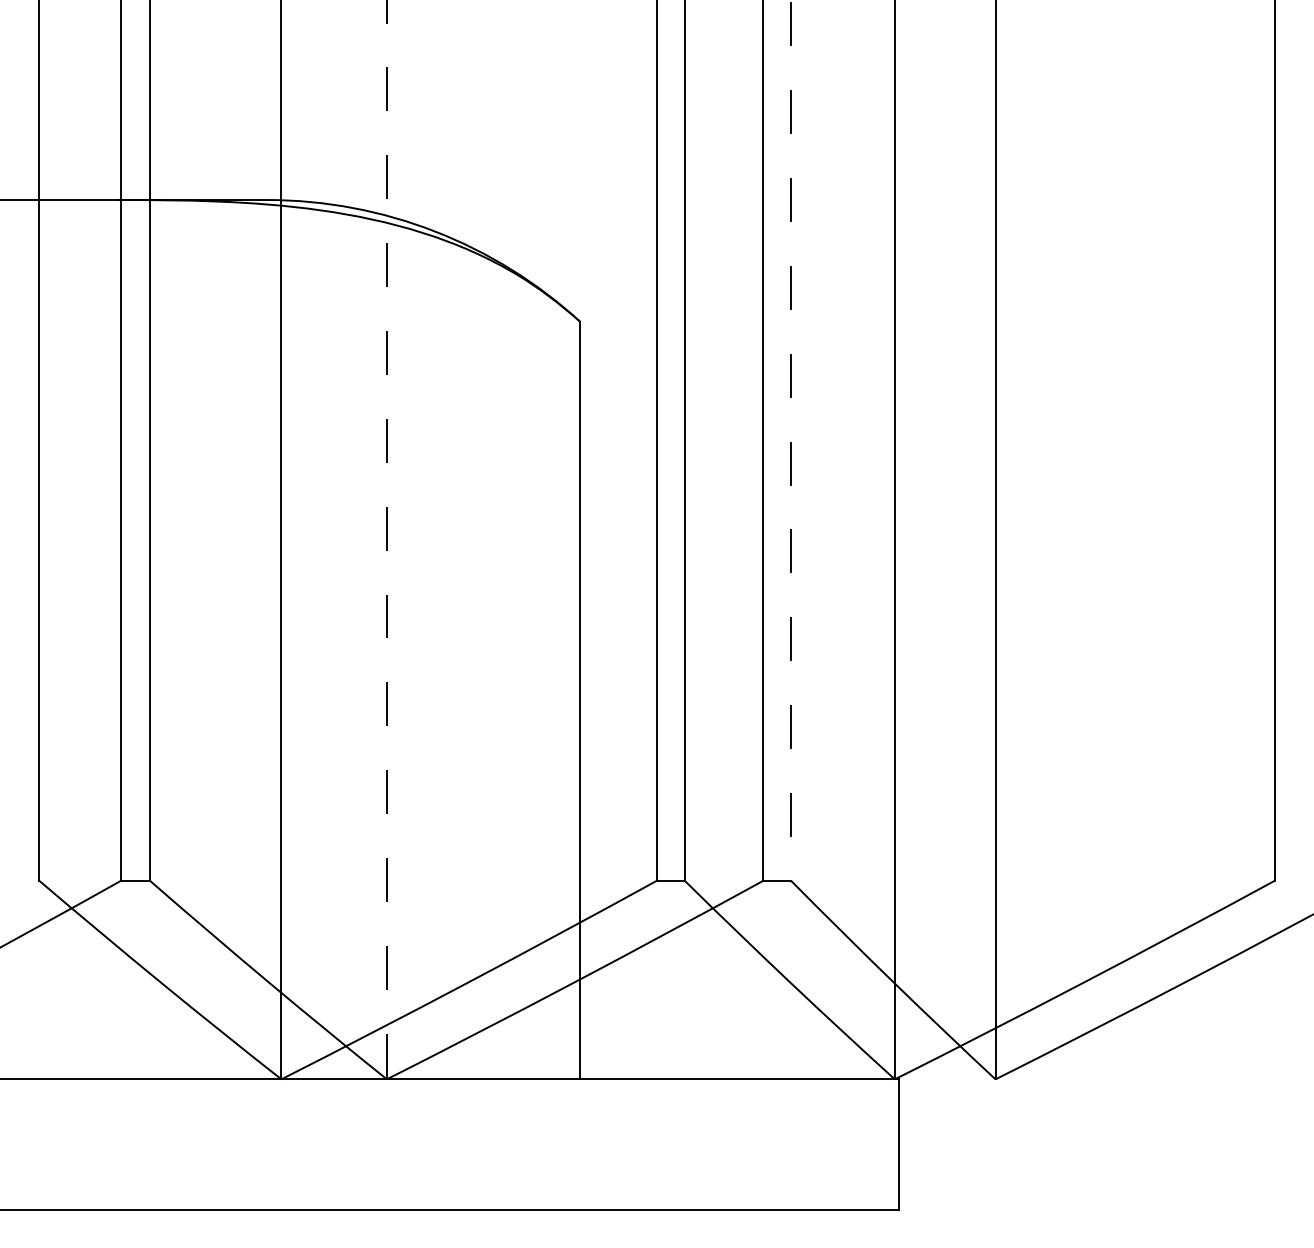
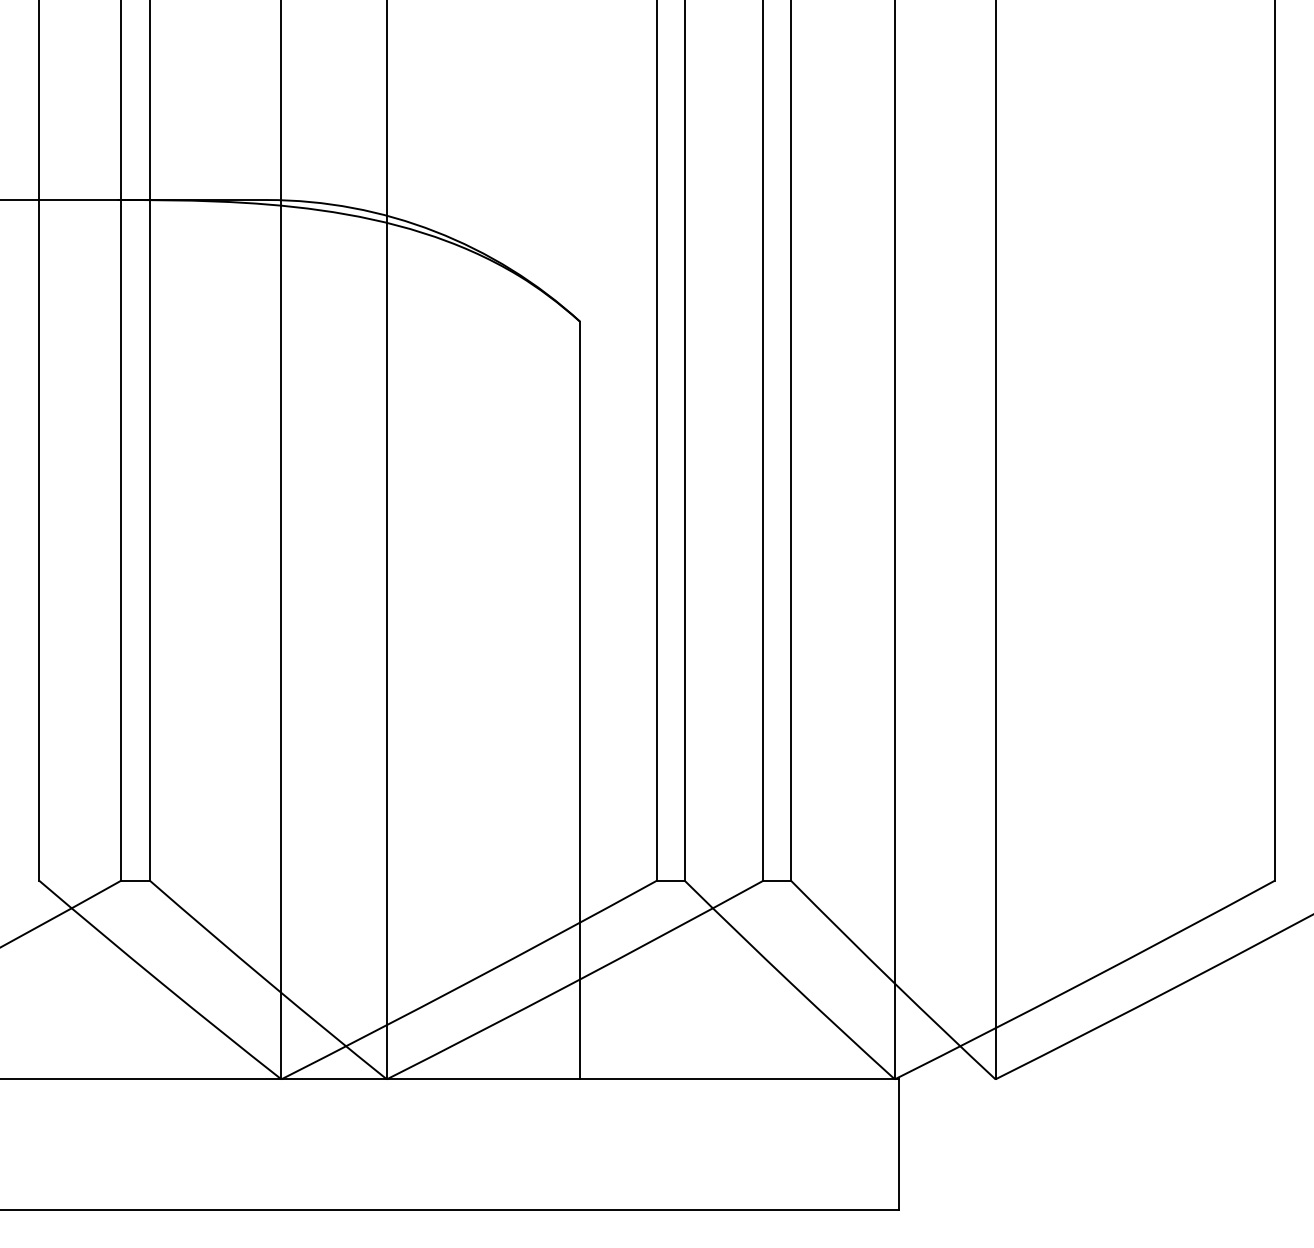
line at (791, 440): dashed -> solid
line at (386, 540): dashed -> solid
